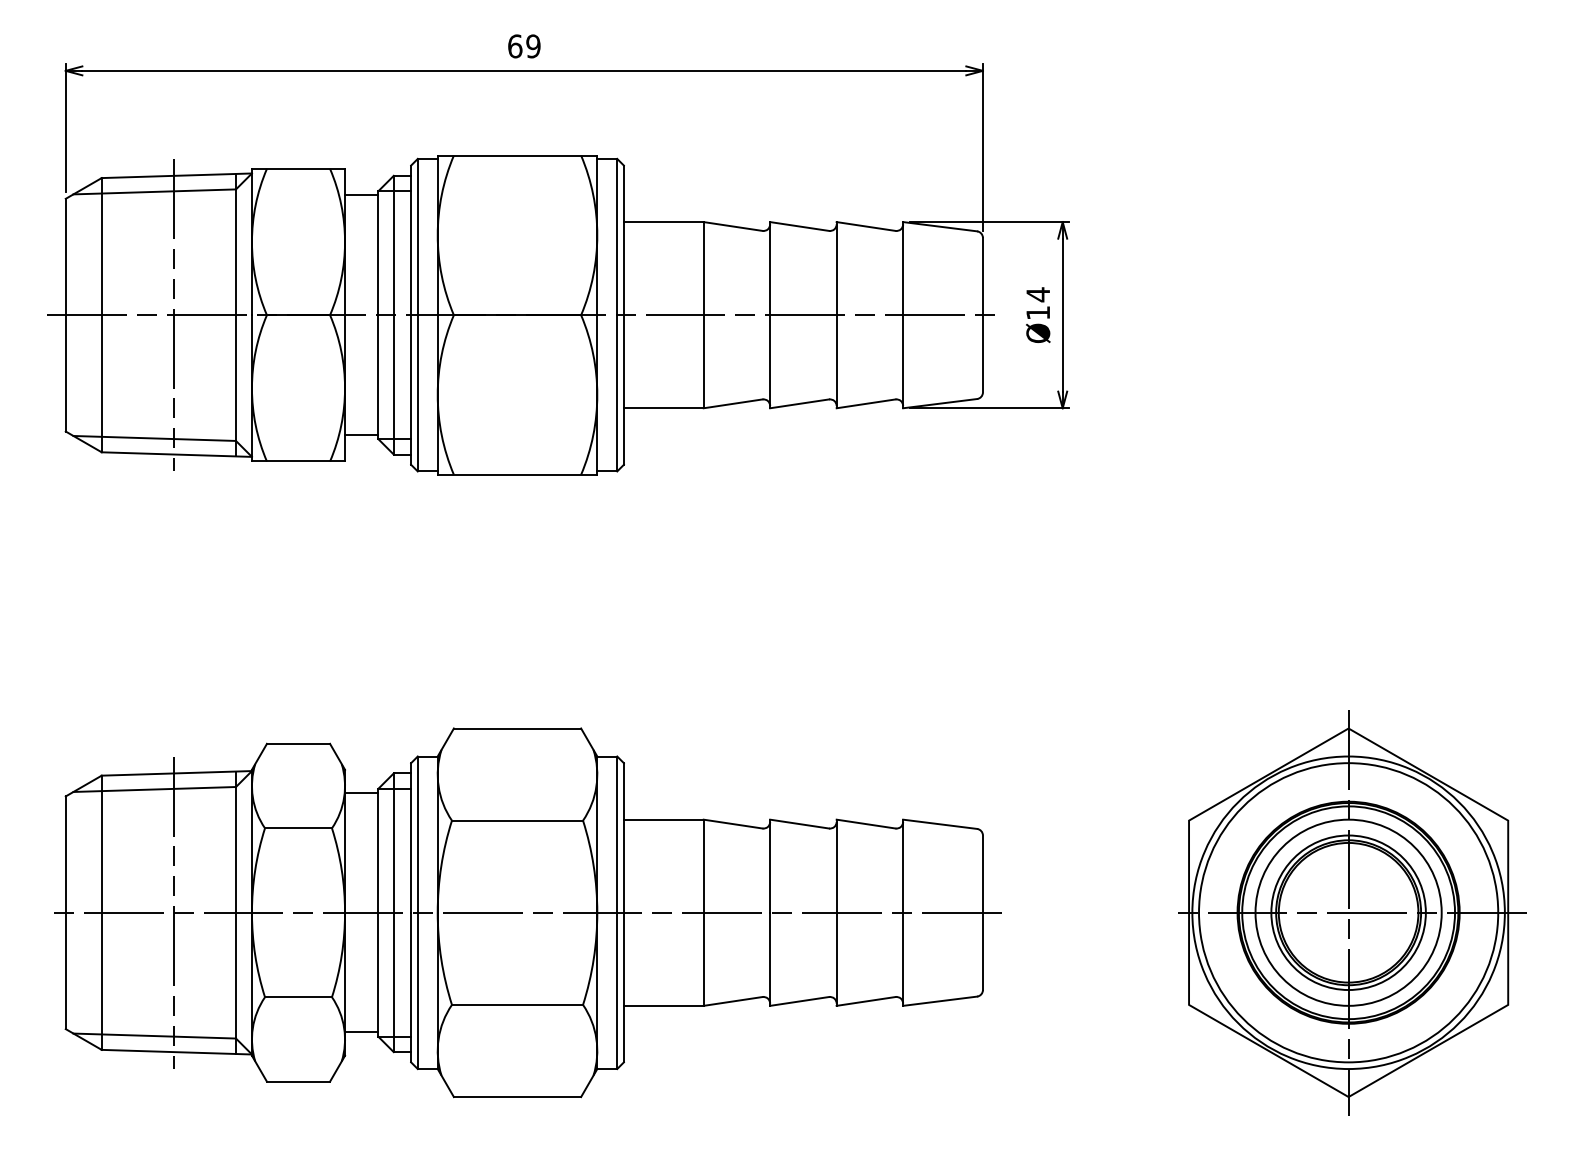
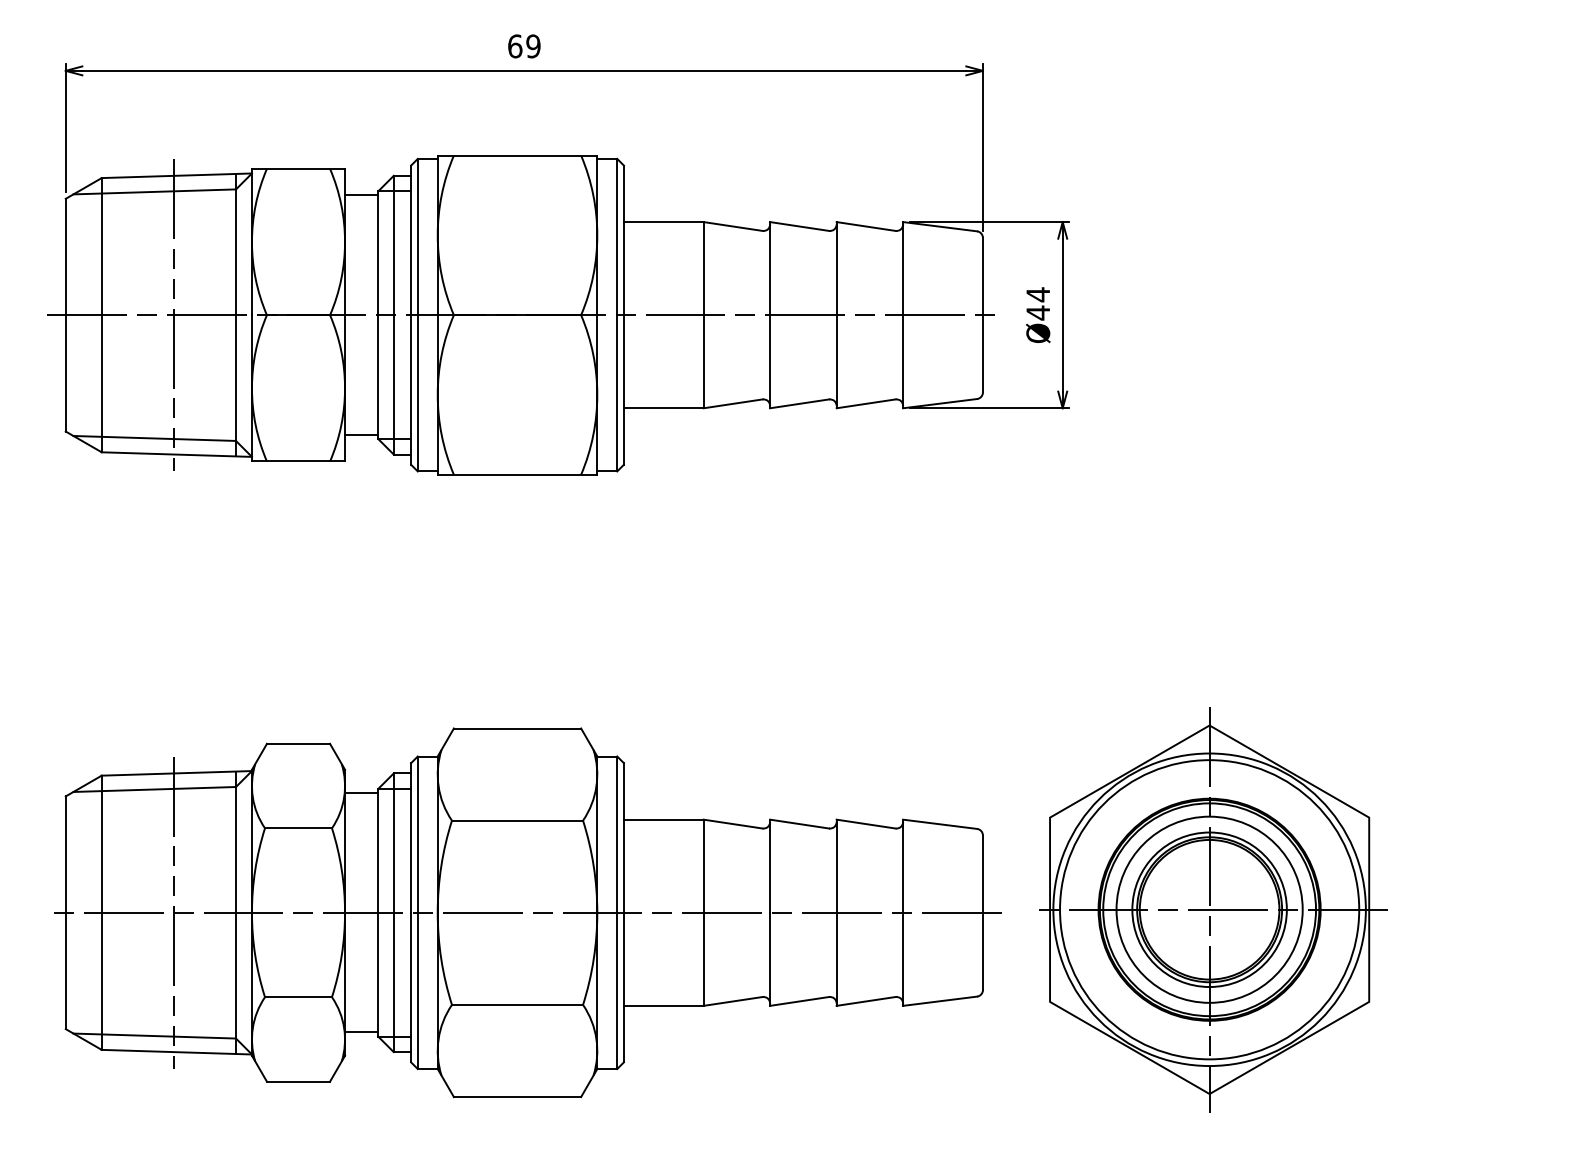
text at (1037, 312): Ø14 -> Ø44
part at (1352, 912) position: (1352, 912) -> (1213, 909)
